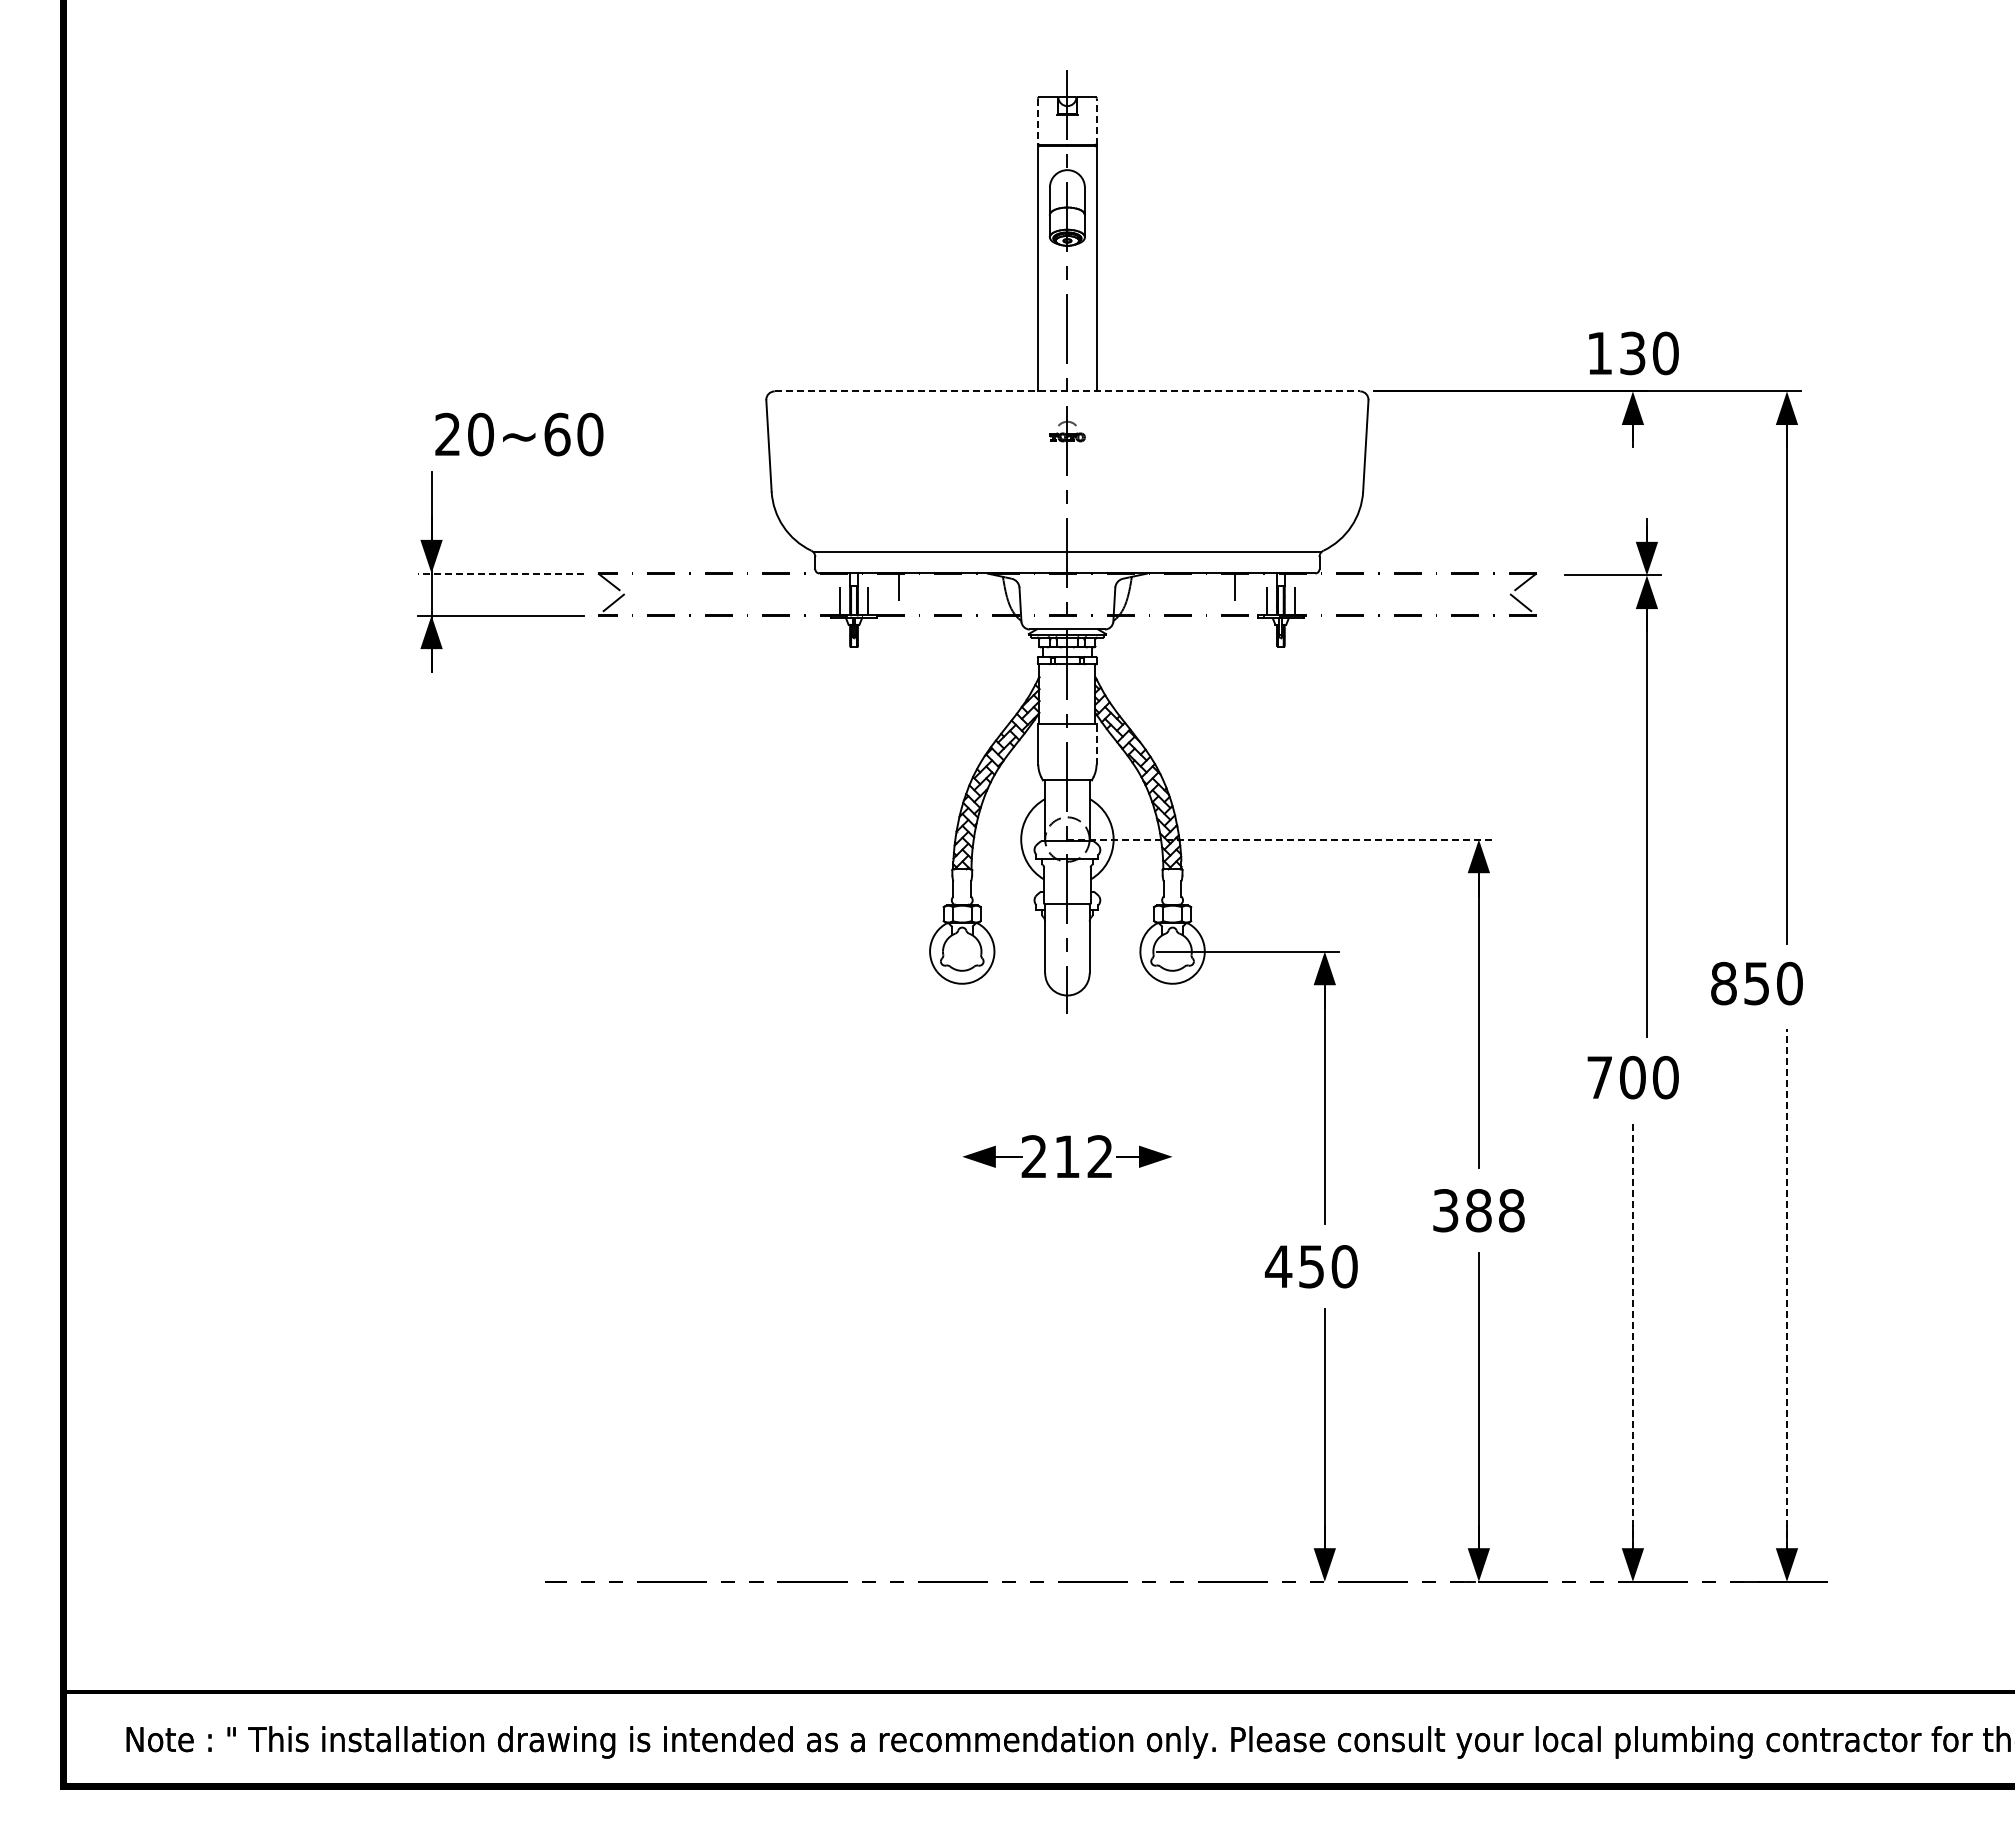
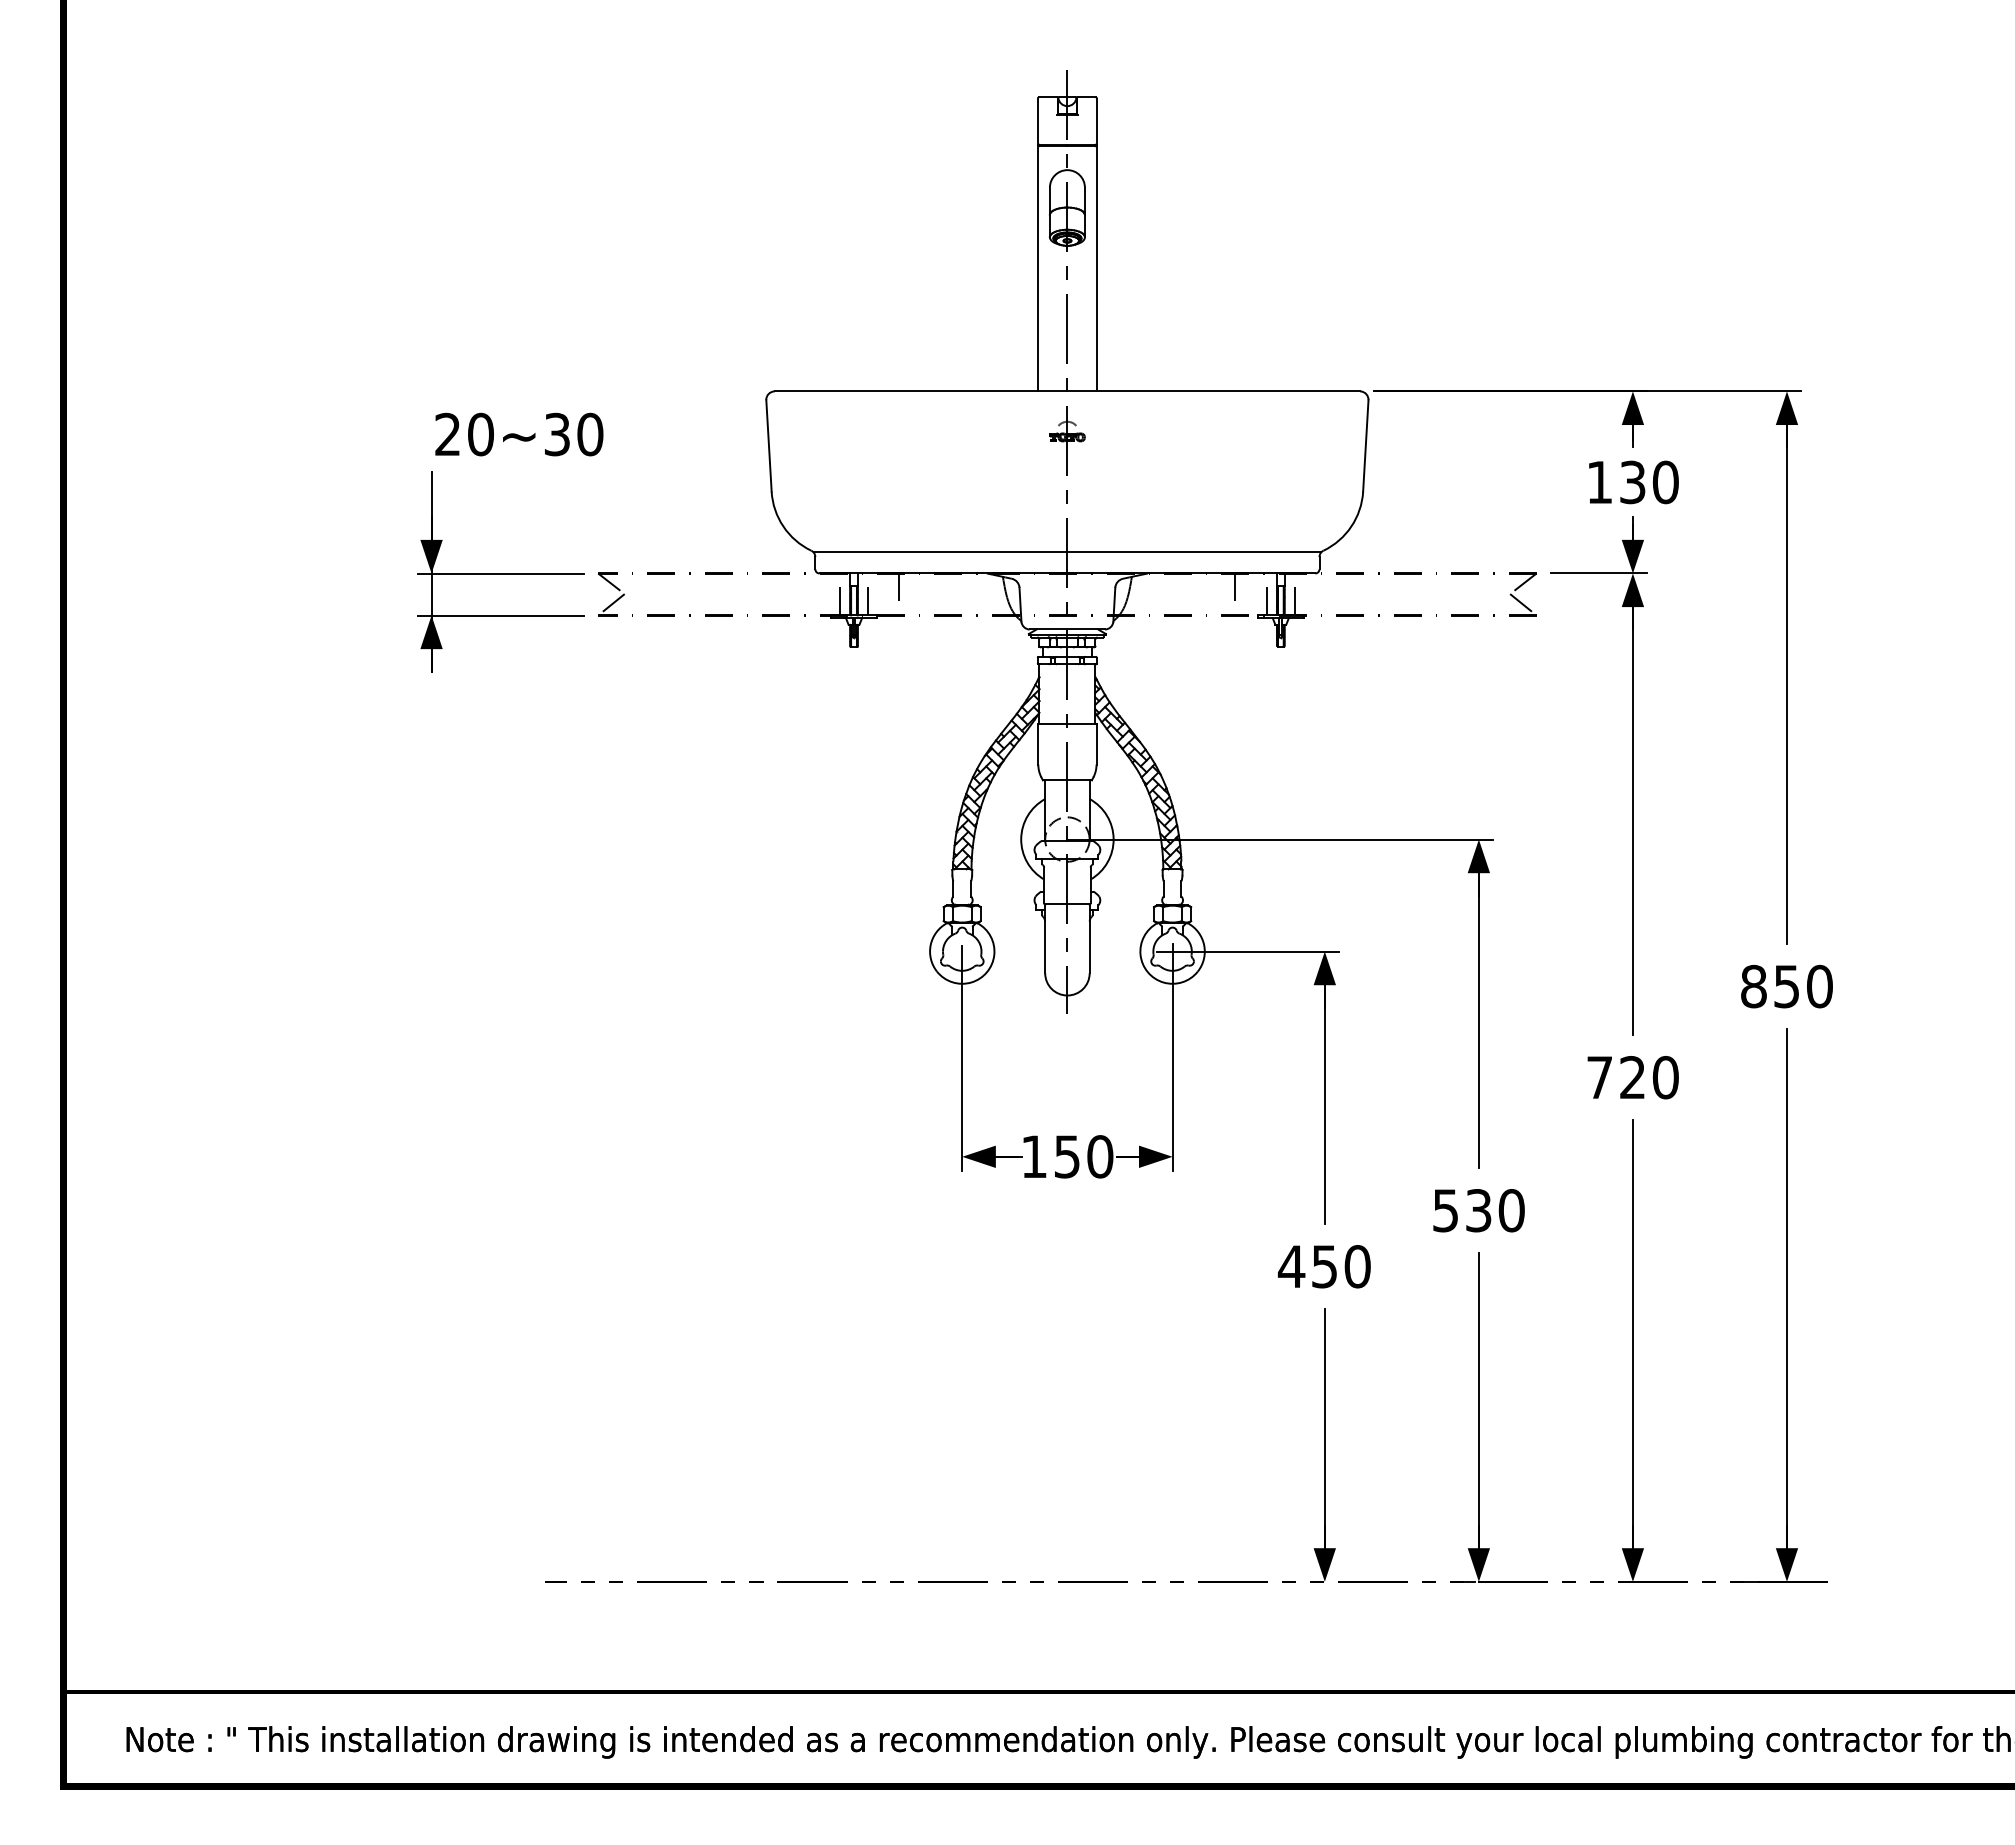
line at (1096, 121): dashed -> solid
line at (1037, 122): dashed -> solid
text at (1633, 353) position: (1633, 353) -> (1633, 482)
line at (1067, 391): dashed -> solid
text at (557, 434): 20~60 -> 20~30
line at (500, 573): dashed -> solid
line at (1096, 744): dashed -> solid
part at (1646, 777) position: (1646, 777) -> (1632, 775)
line at (1280, 839): dashed -> solid
text at (1756, 983) position: (1756, 983) -> (1786, 986)
line at (1172, 1056): none -> present
line at (962, 1057): none -> present
text at (1632, 1077): 700 -> 720
text at (1067, 1156): 212 -> 150
text at (1478, 1210): 388 -> 530
text at (1311, 1266) position: (1311, 1266) -> (1324, 1266)
line at (1786, 1299): dashed -> solid
line at (1632, 1344): dashed -> solid
